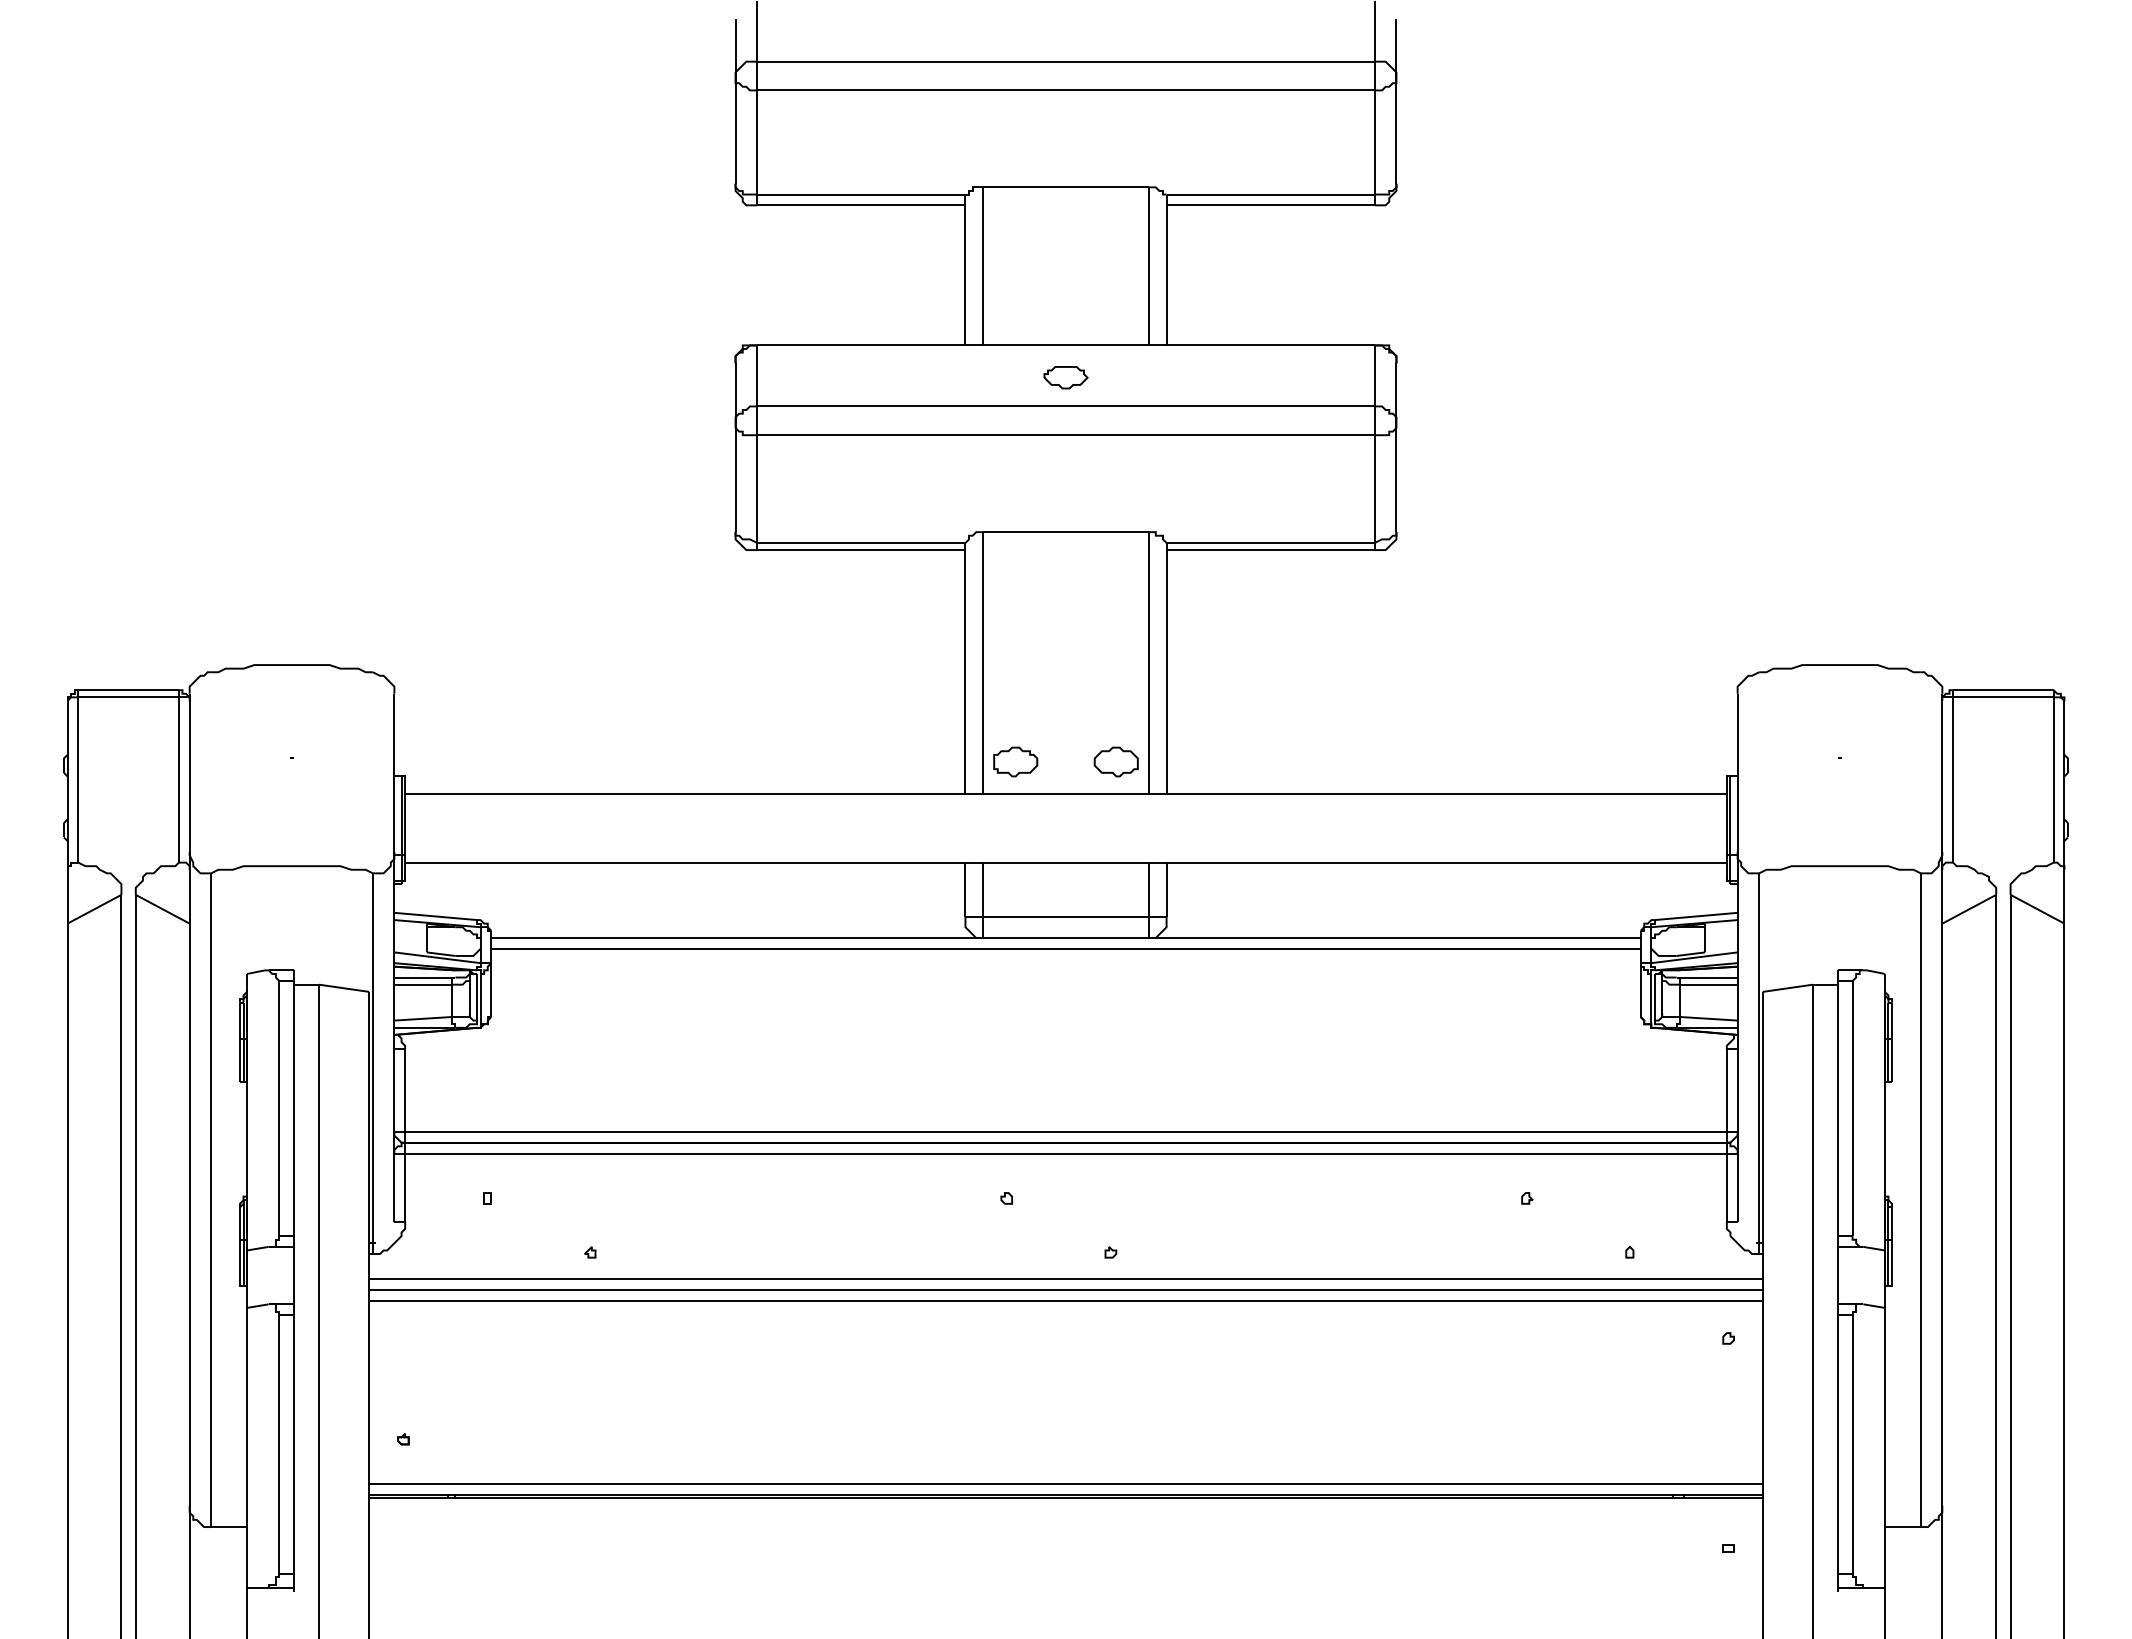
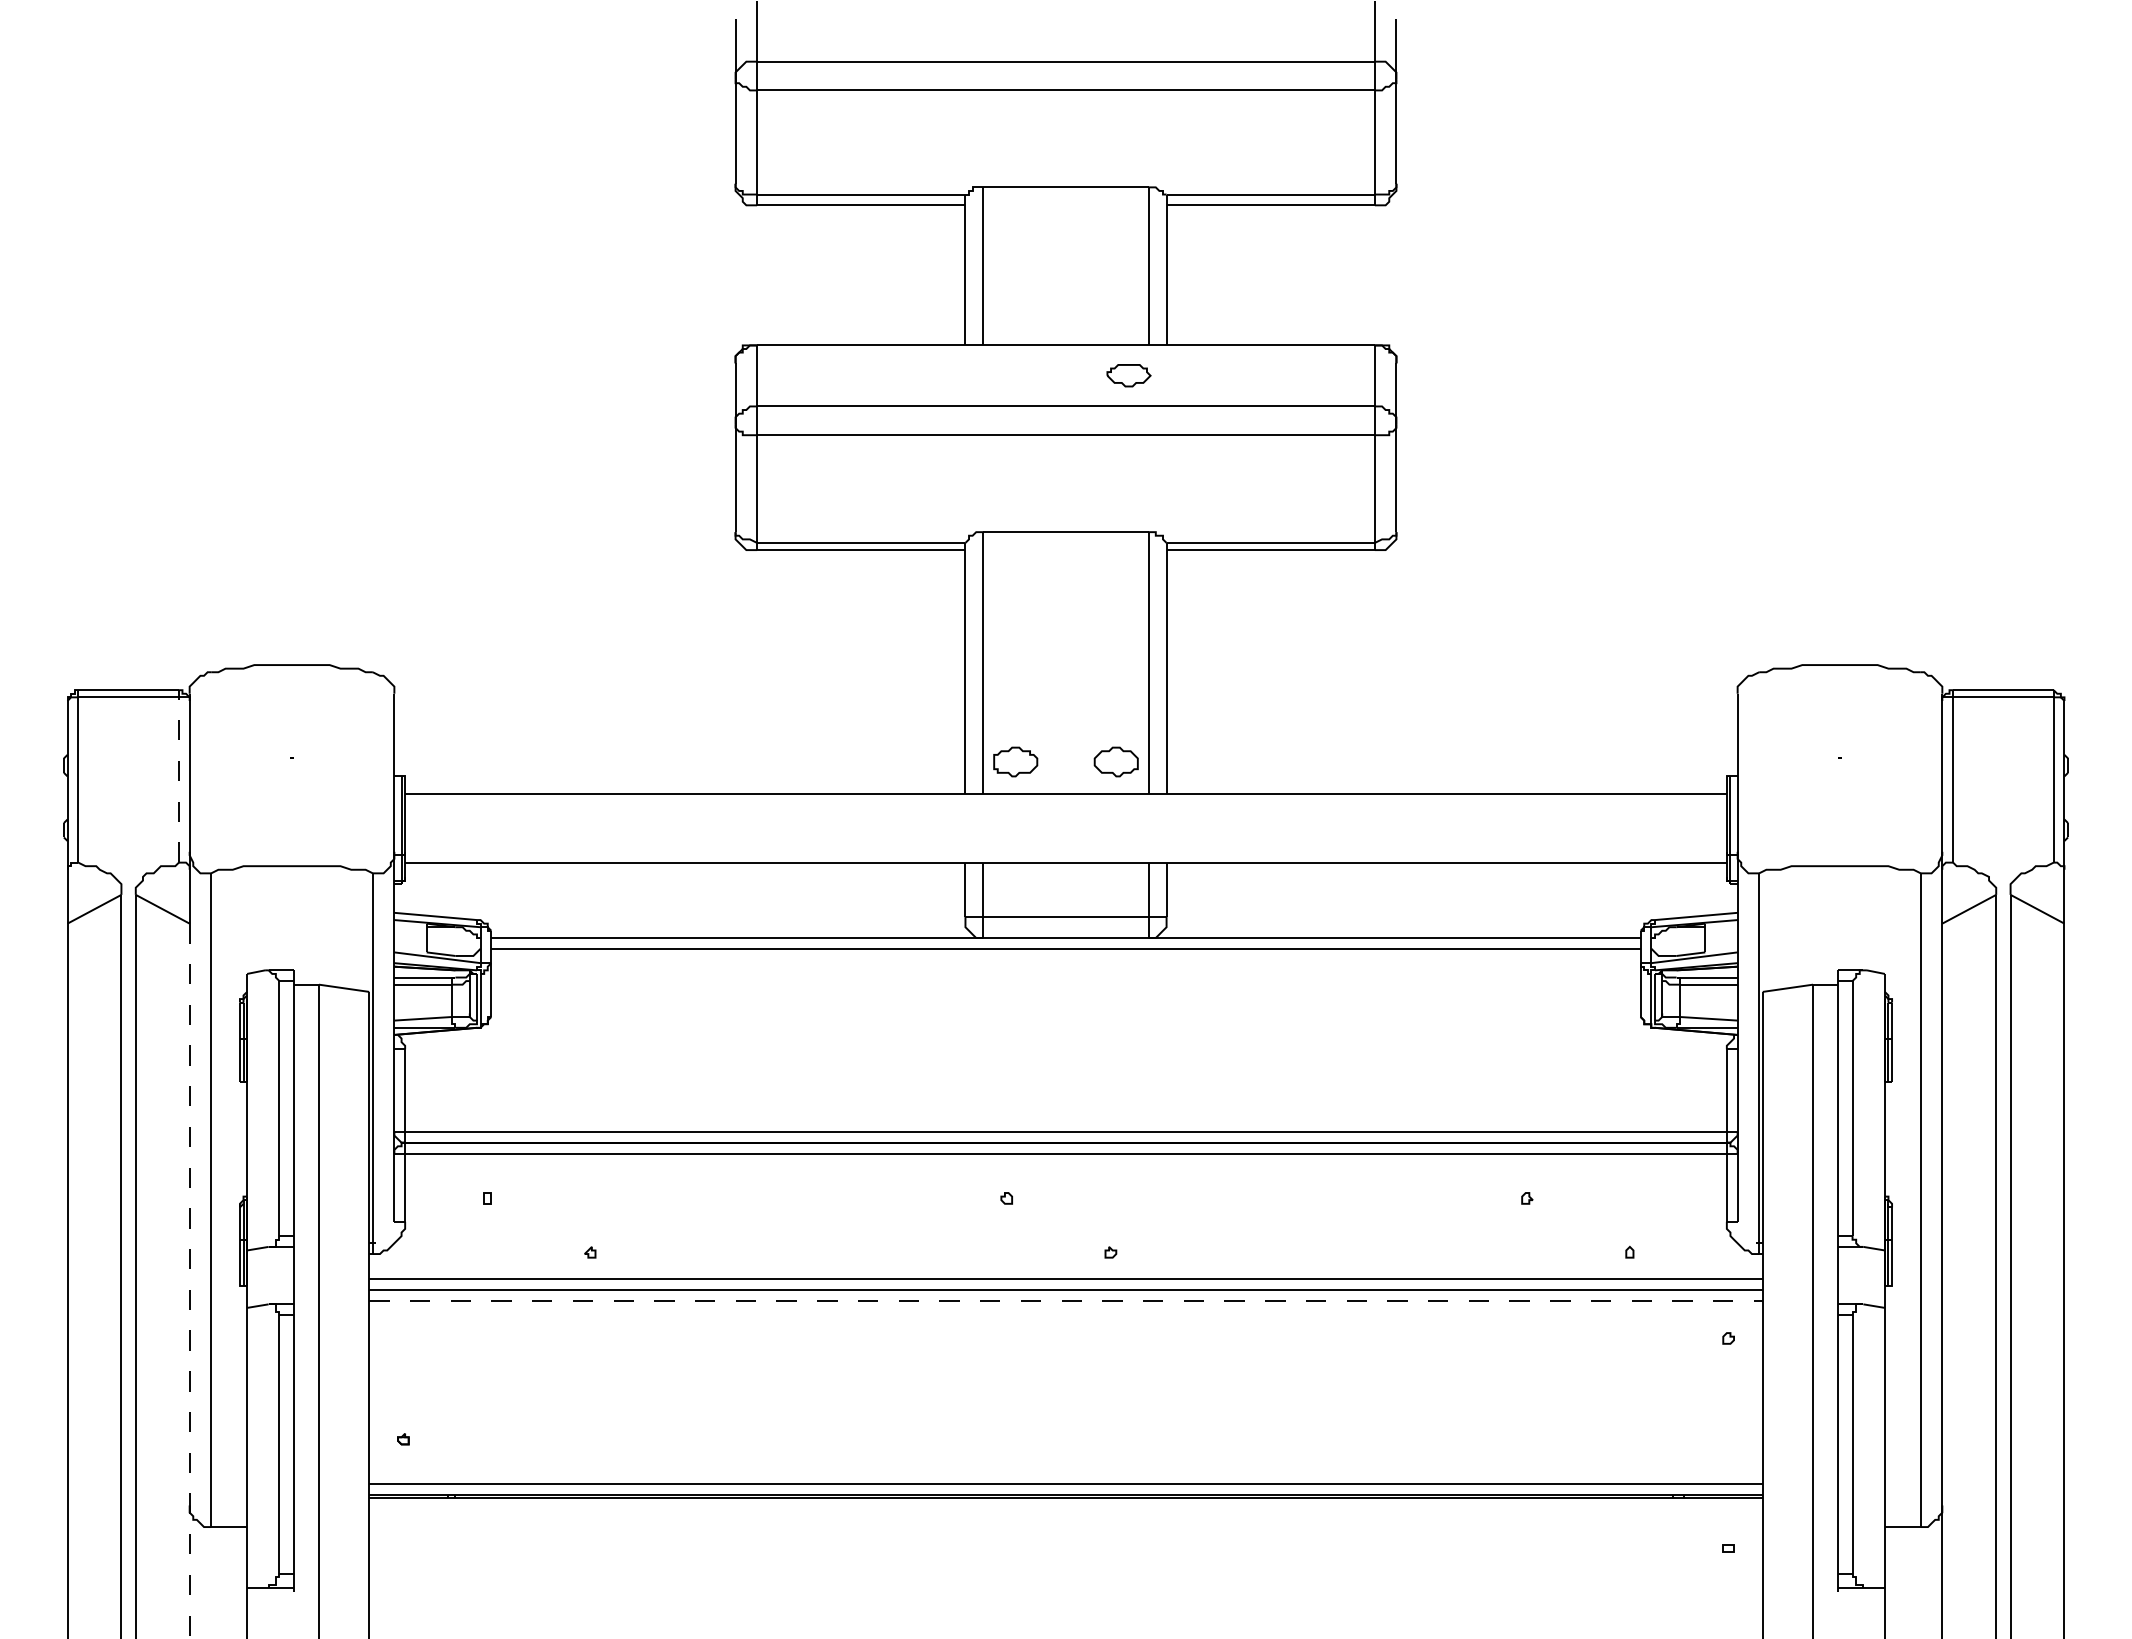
part at (1065, 377) position: (1065, 377) -> (1128, 375)
line at (178, 779): solid -> dashed
line at (189, 1280): solid -> dashed
line at (1066, 1300): solid -> dashed
